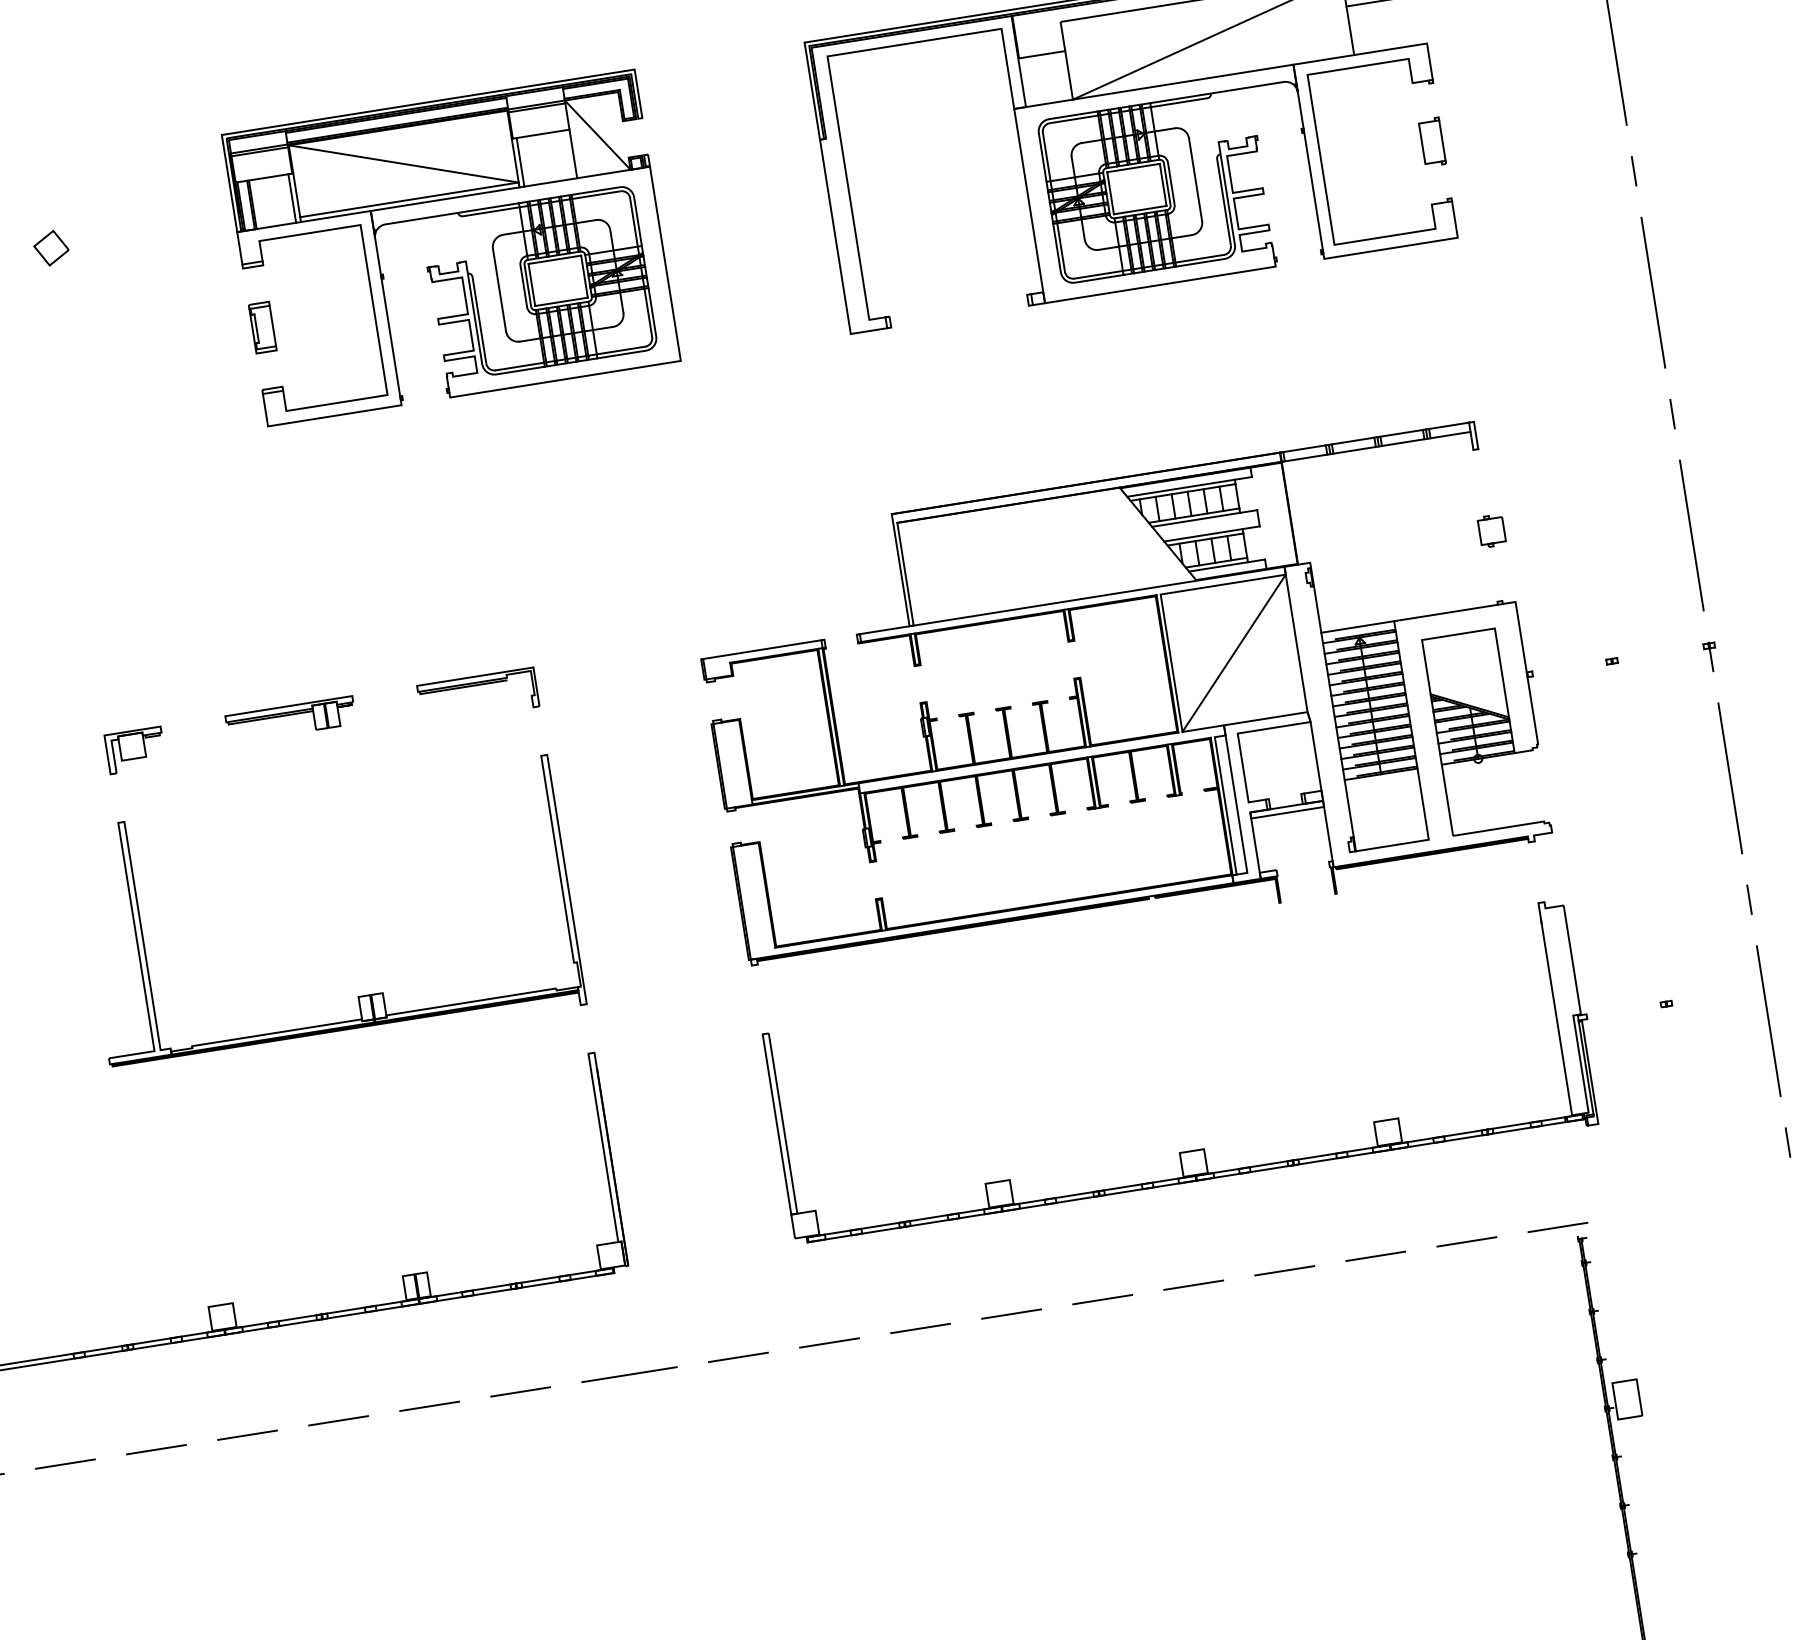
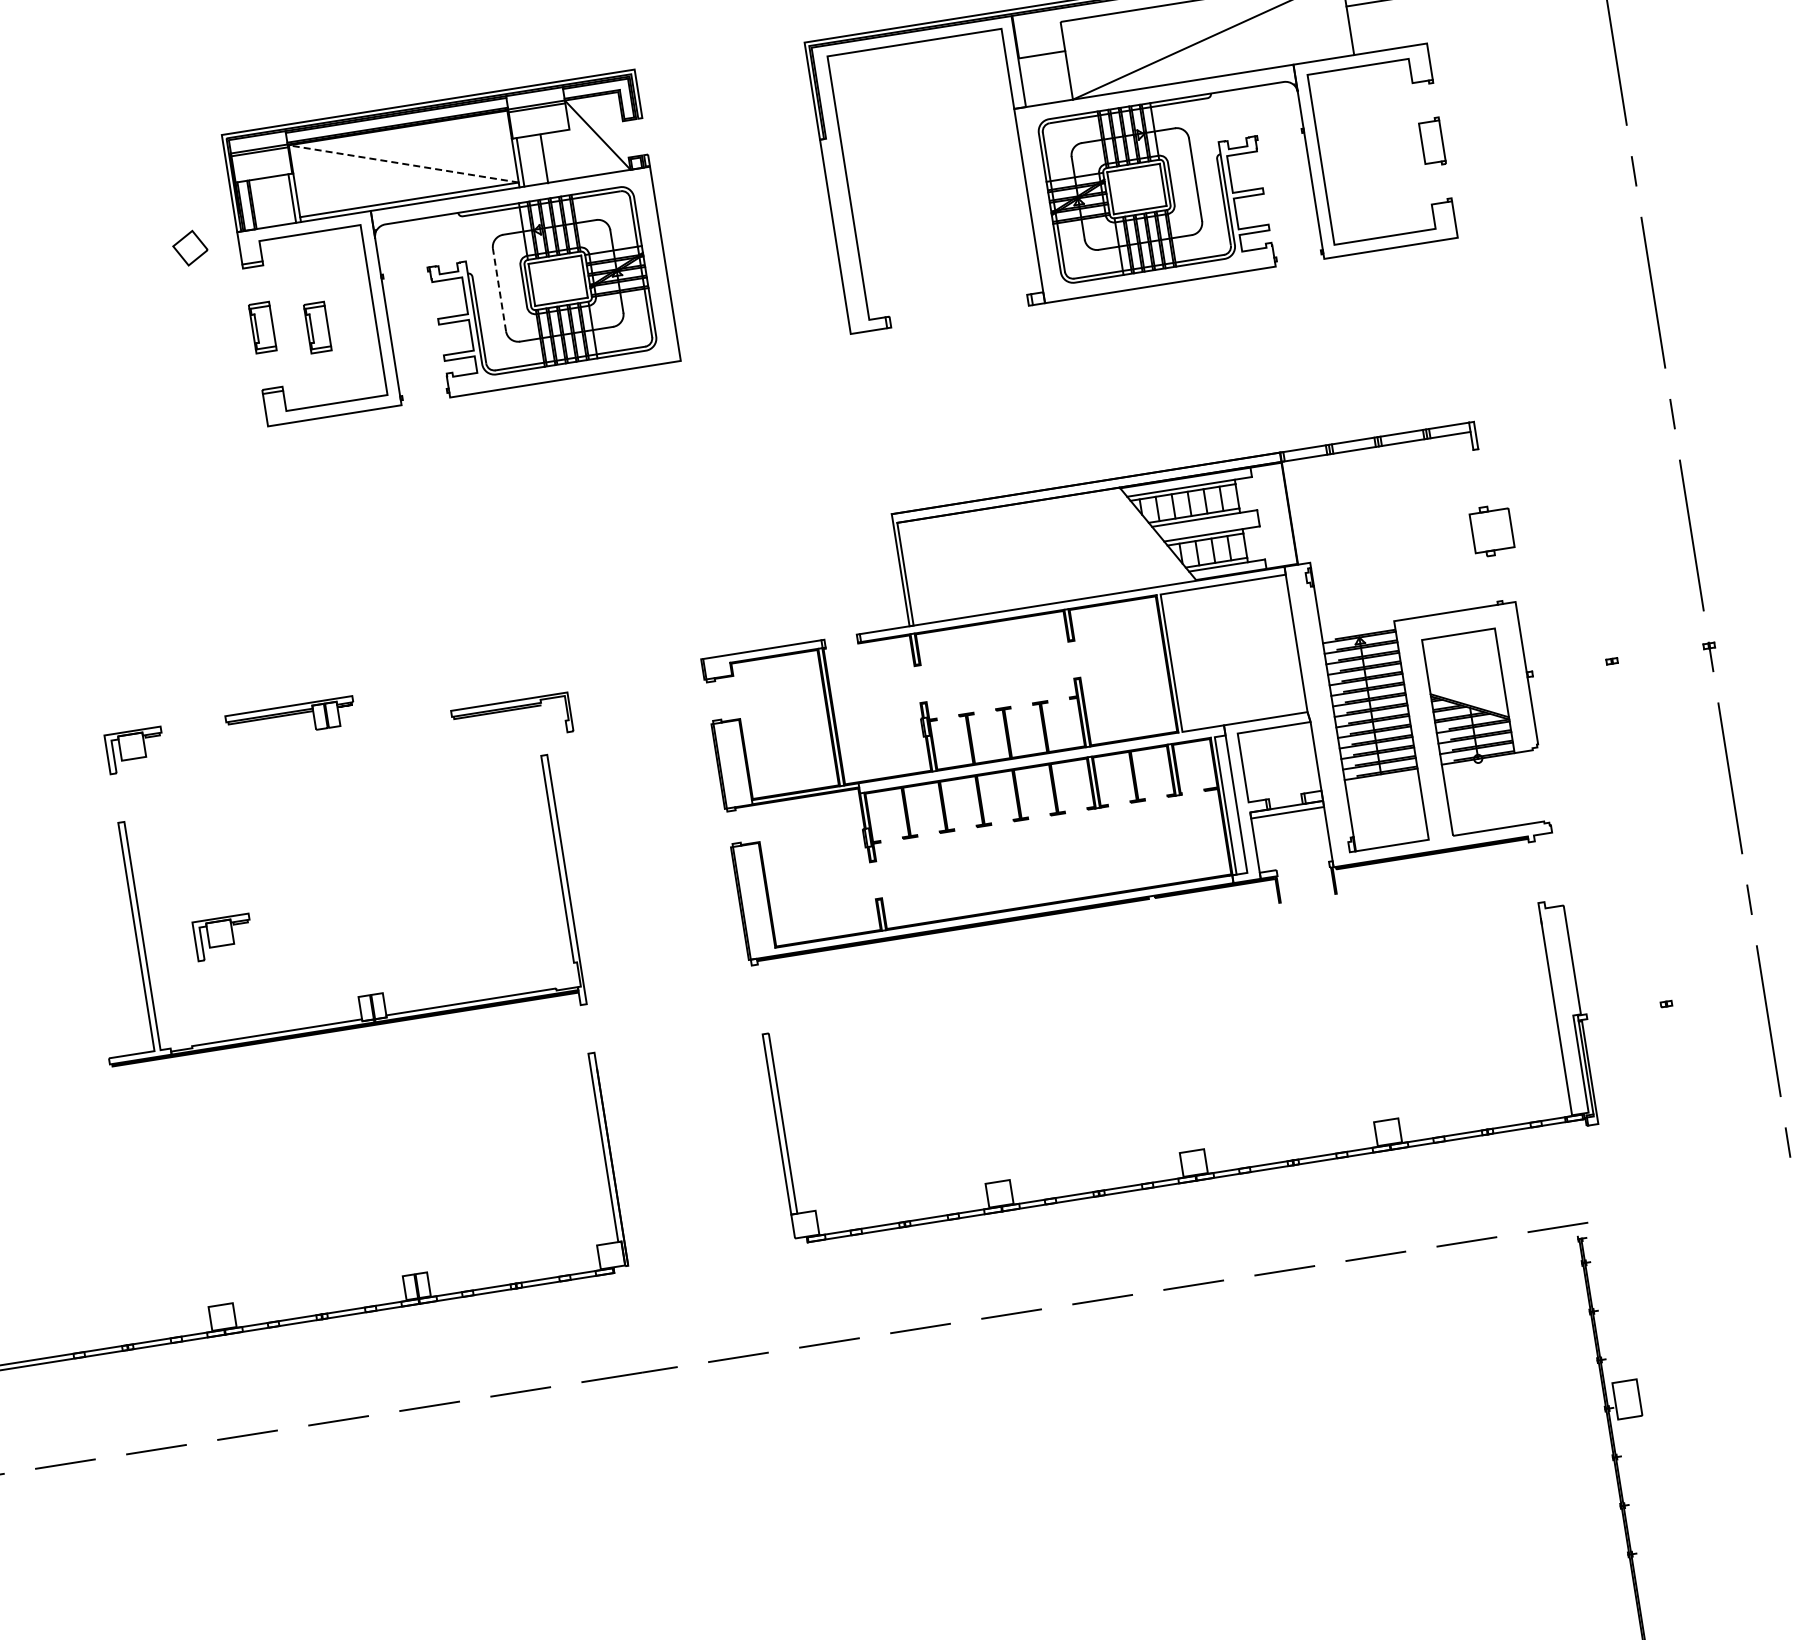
line at (573, 153) position: (573, 153) -> (544, 158)
line at (403, 163): solid -> dashed
part at (51, 247) position: (51, 247) -> (190, 247)
line at (499, 290): solid -> dashed
part at (317, 327): none -> present
part at (1491, 531) size: 31x33 px -> 48x53 px
line at (1357, 626): present -> none
line at (1233, 652): present -> none
part at (478, 687) position: (478, 687) -> (512, 712)
part at (220, 937): none -> present
